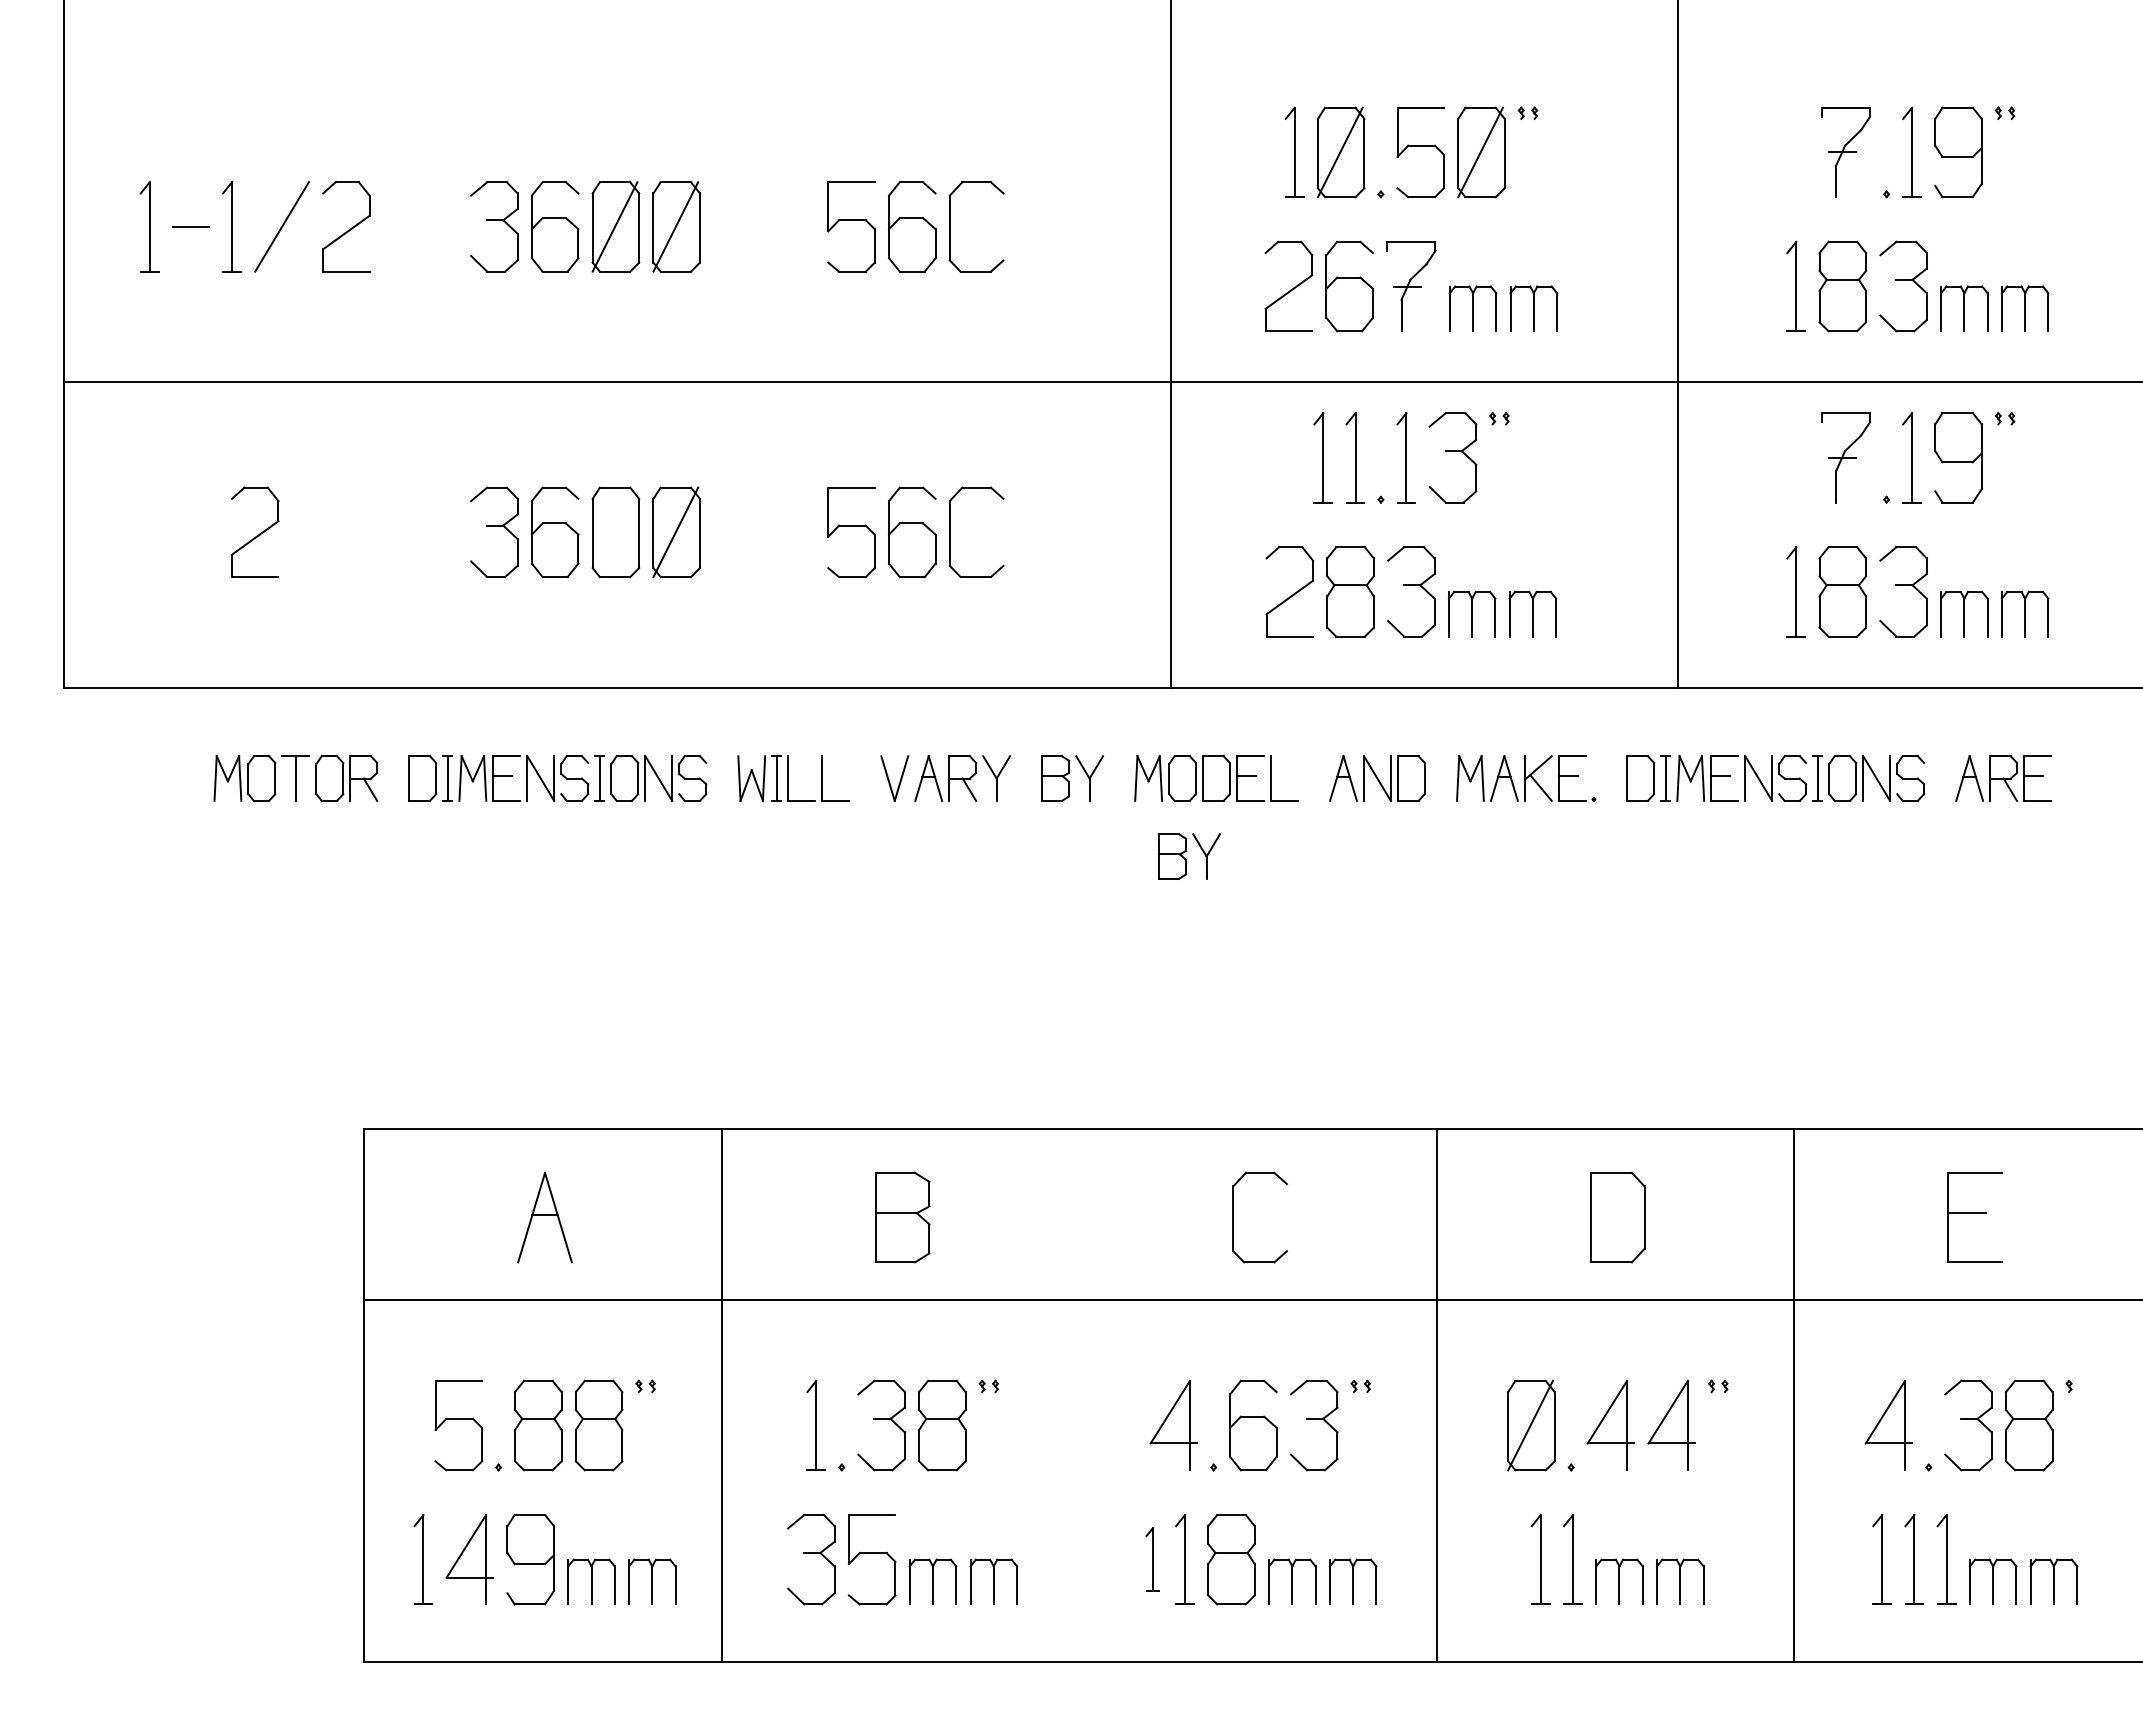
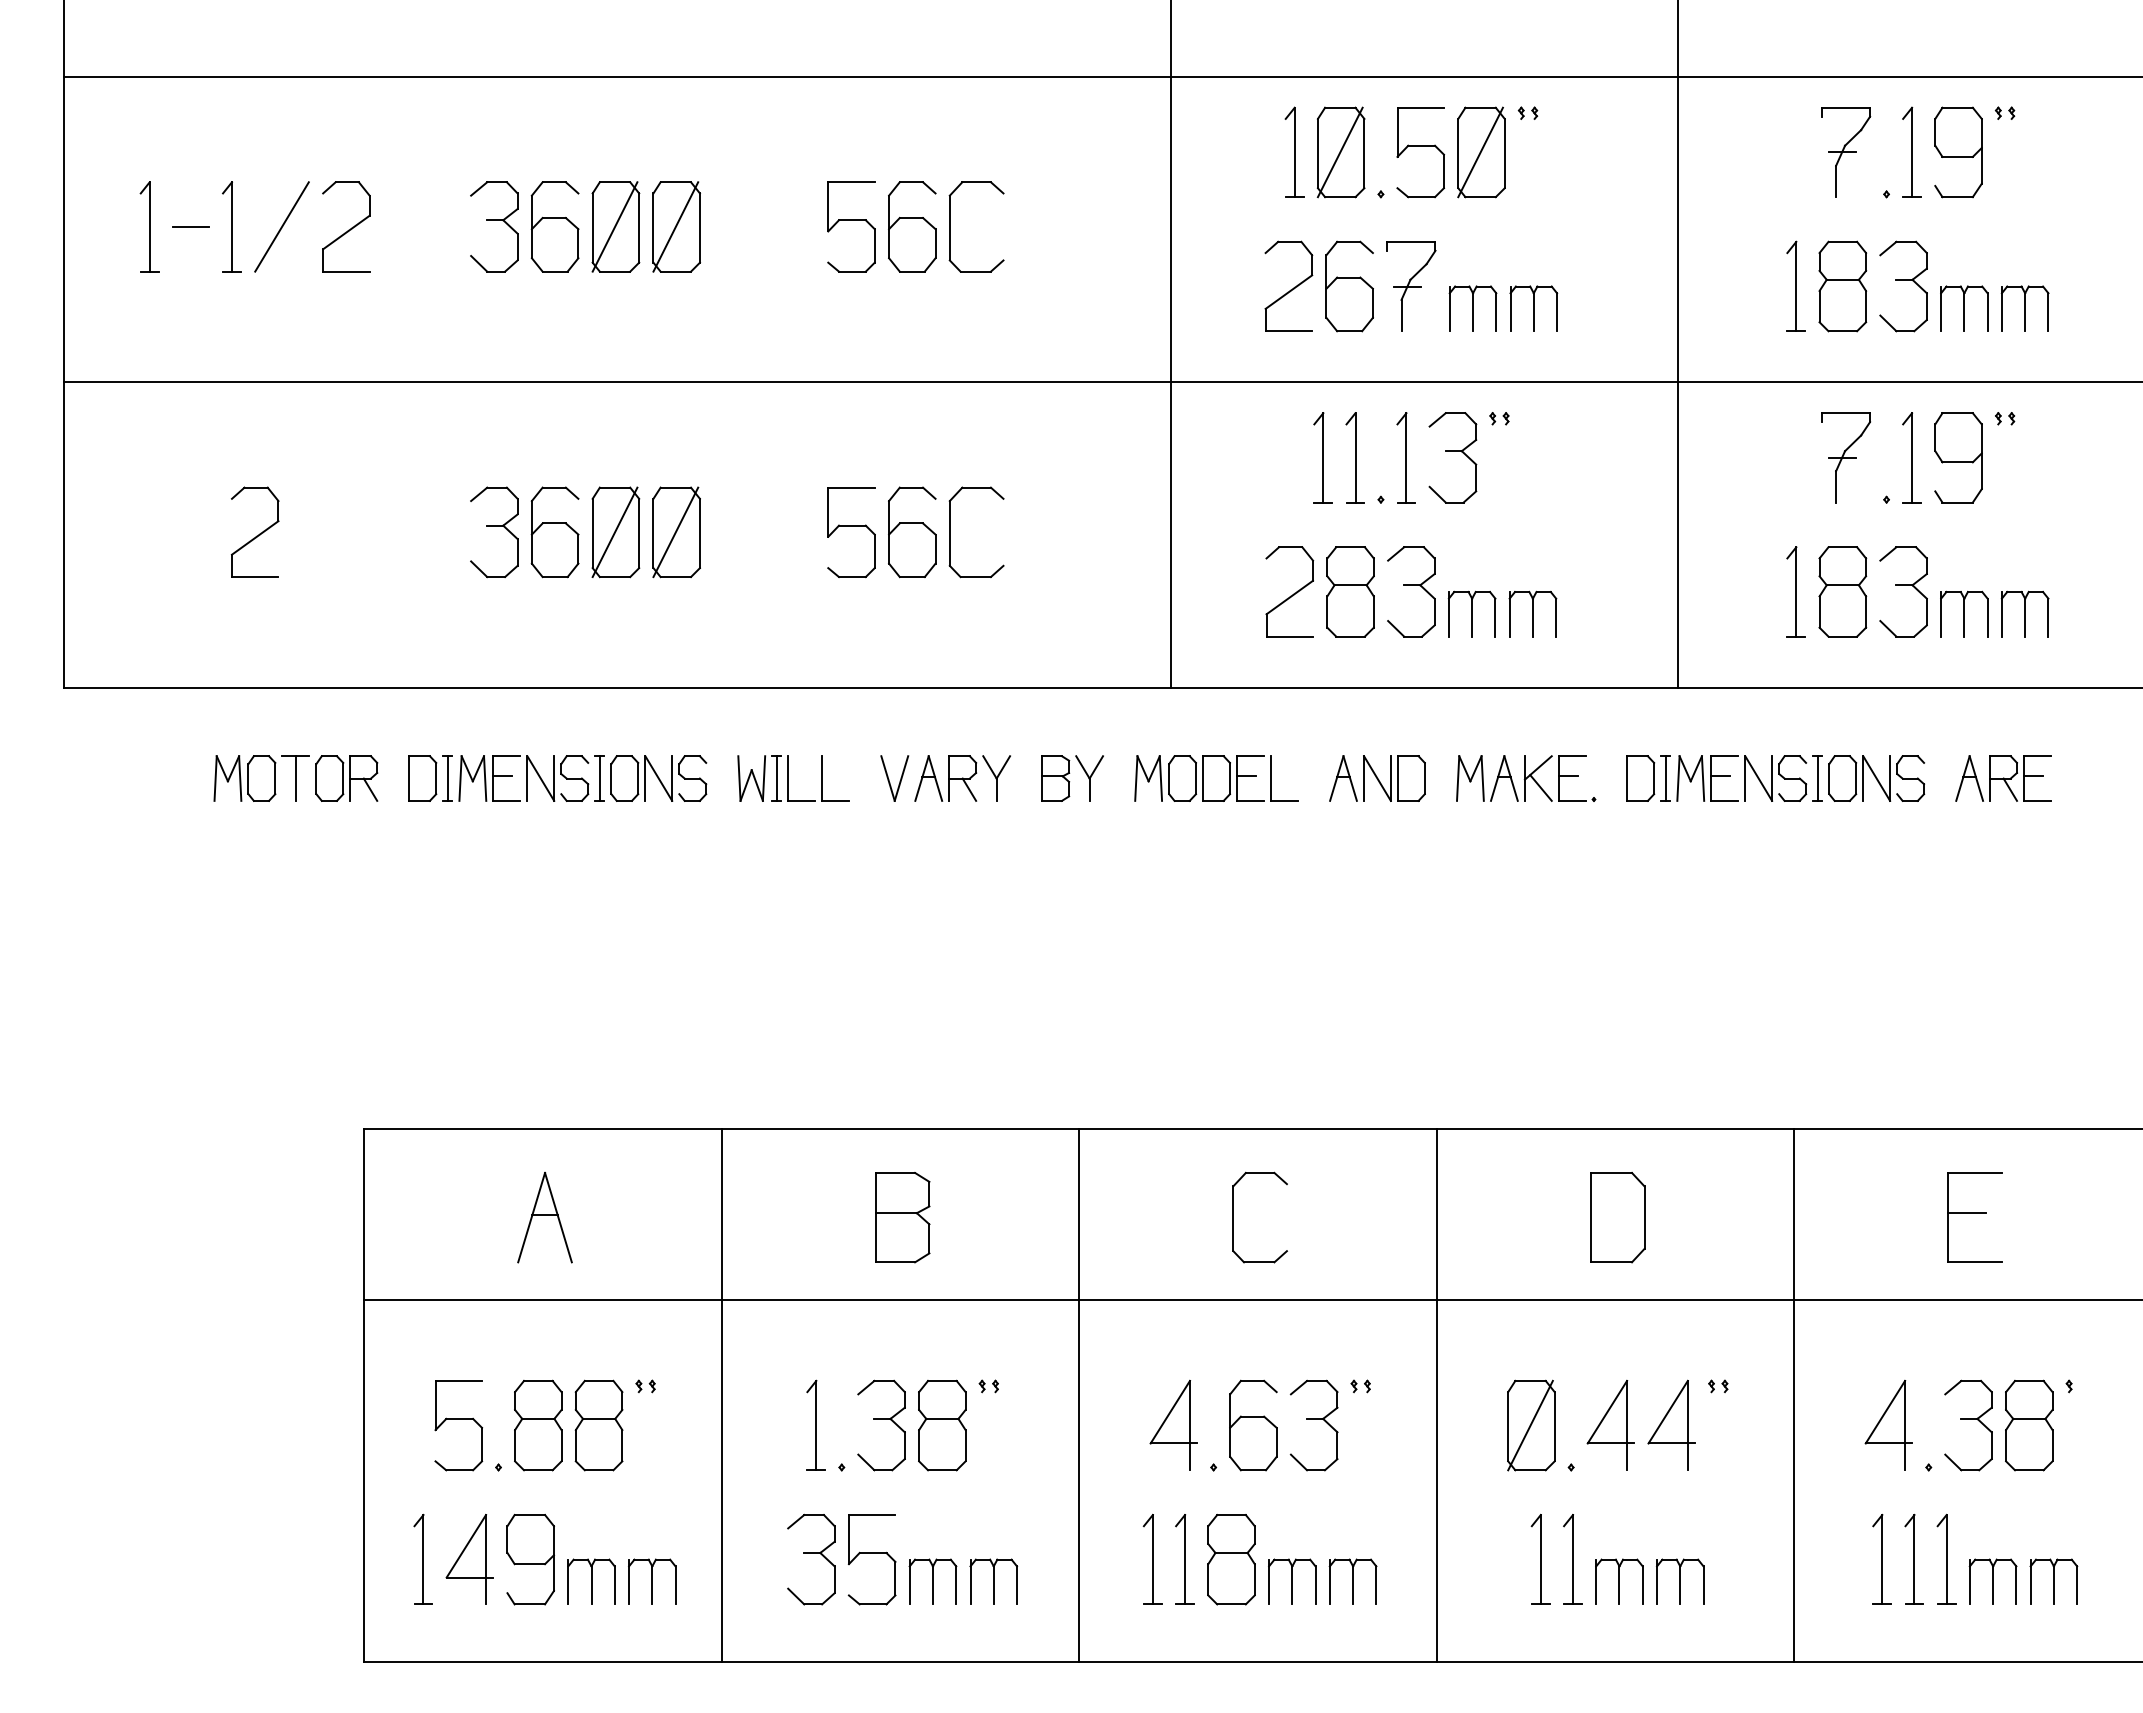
line at (1101, 76): none -> present
line at (614, 532): none -> present
part at (1189, 856): present -> none
line at (1079, 1395): none -> present
part at (1152, 1559) size: 15x65 px -> 21x91 px
